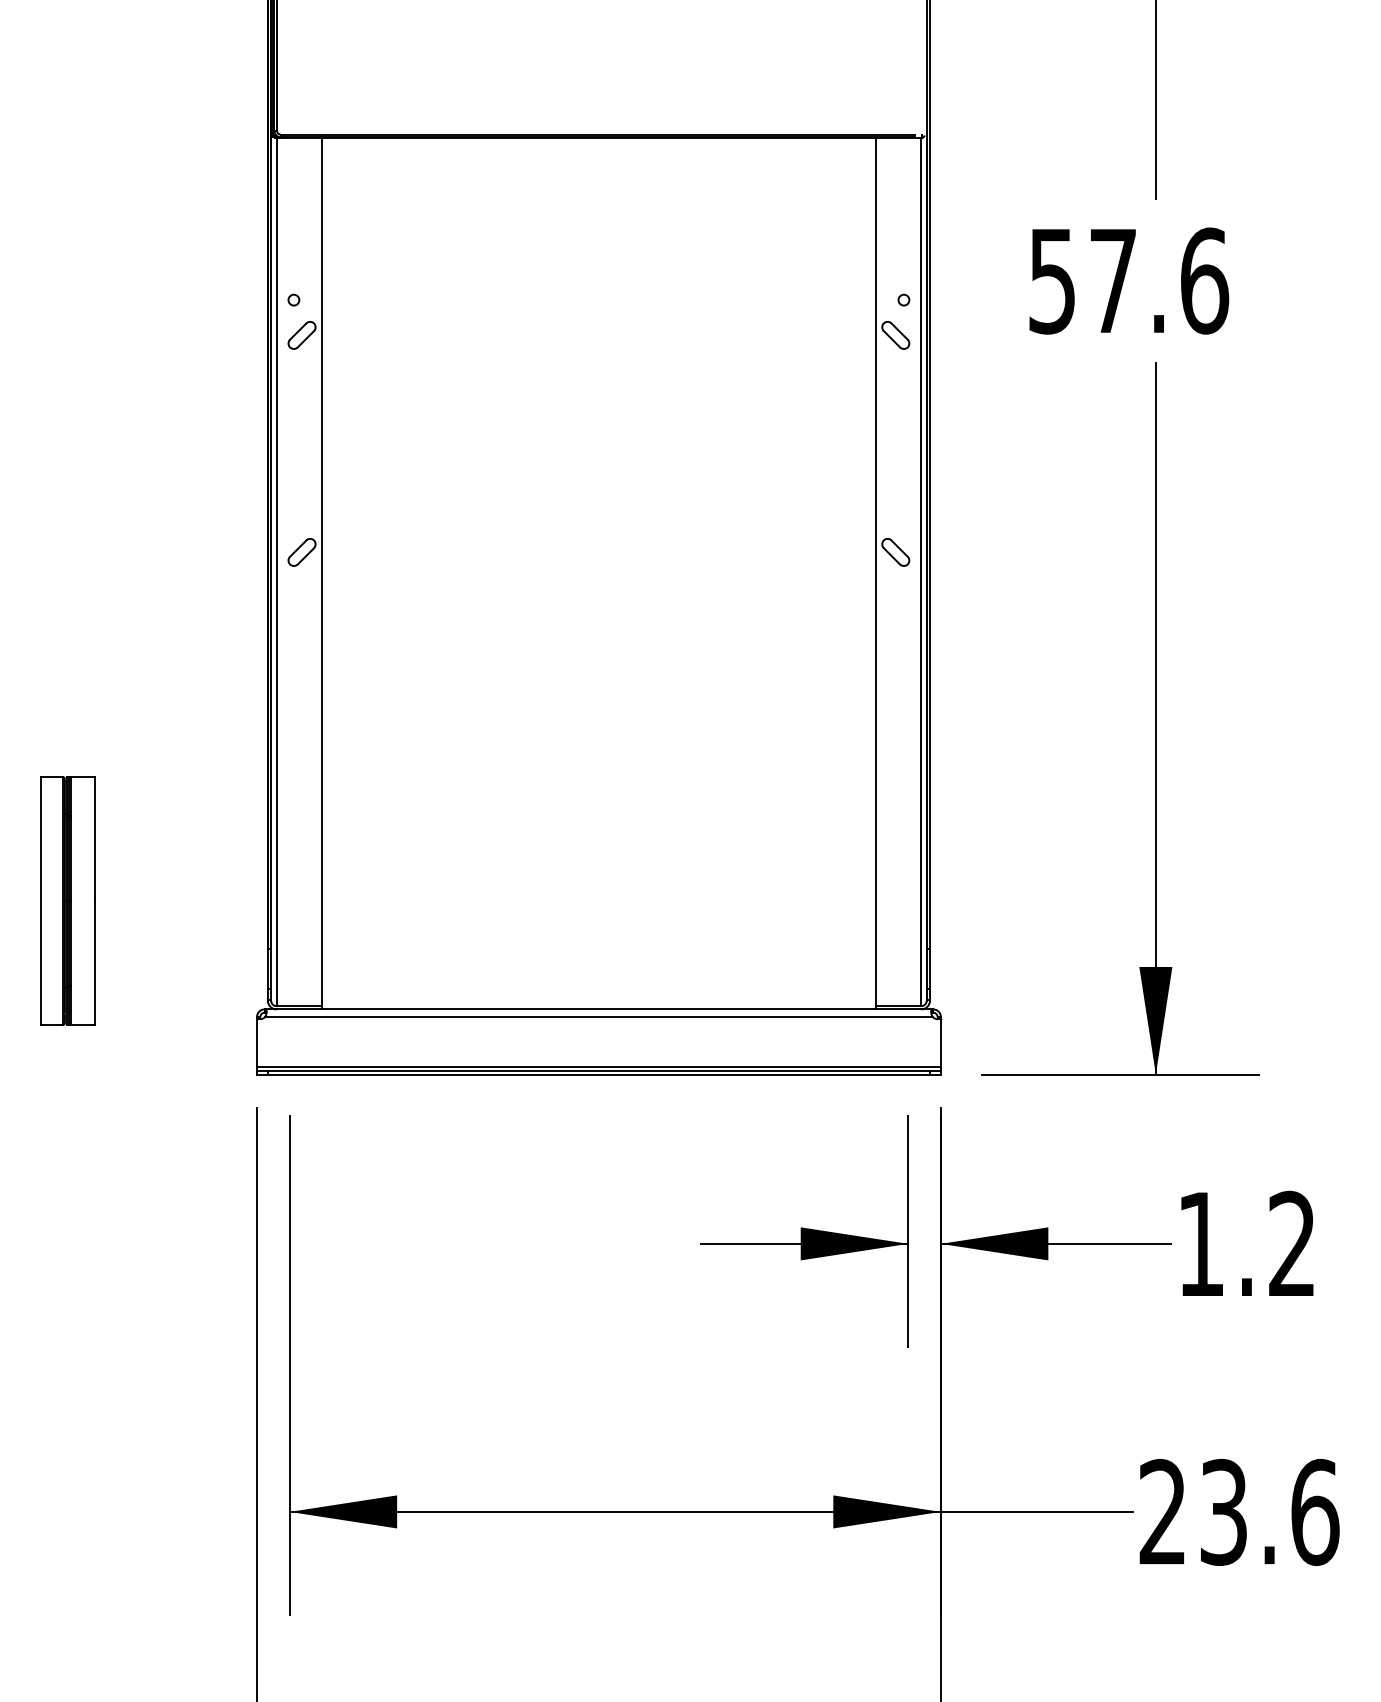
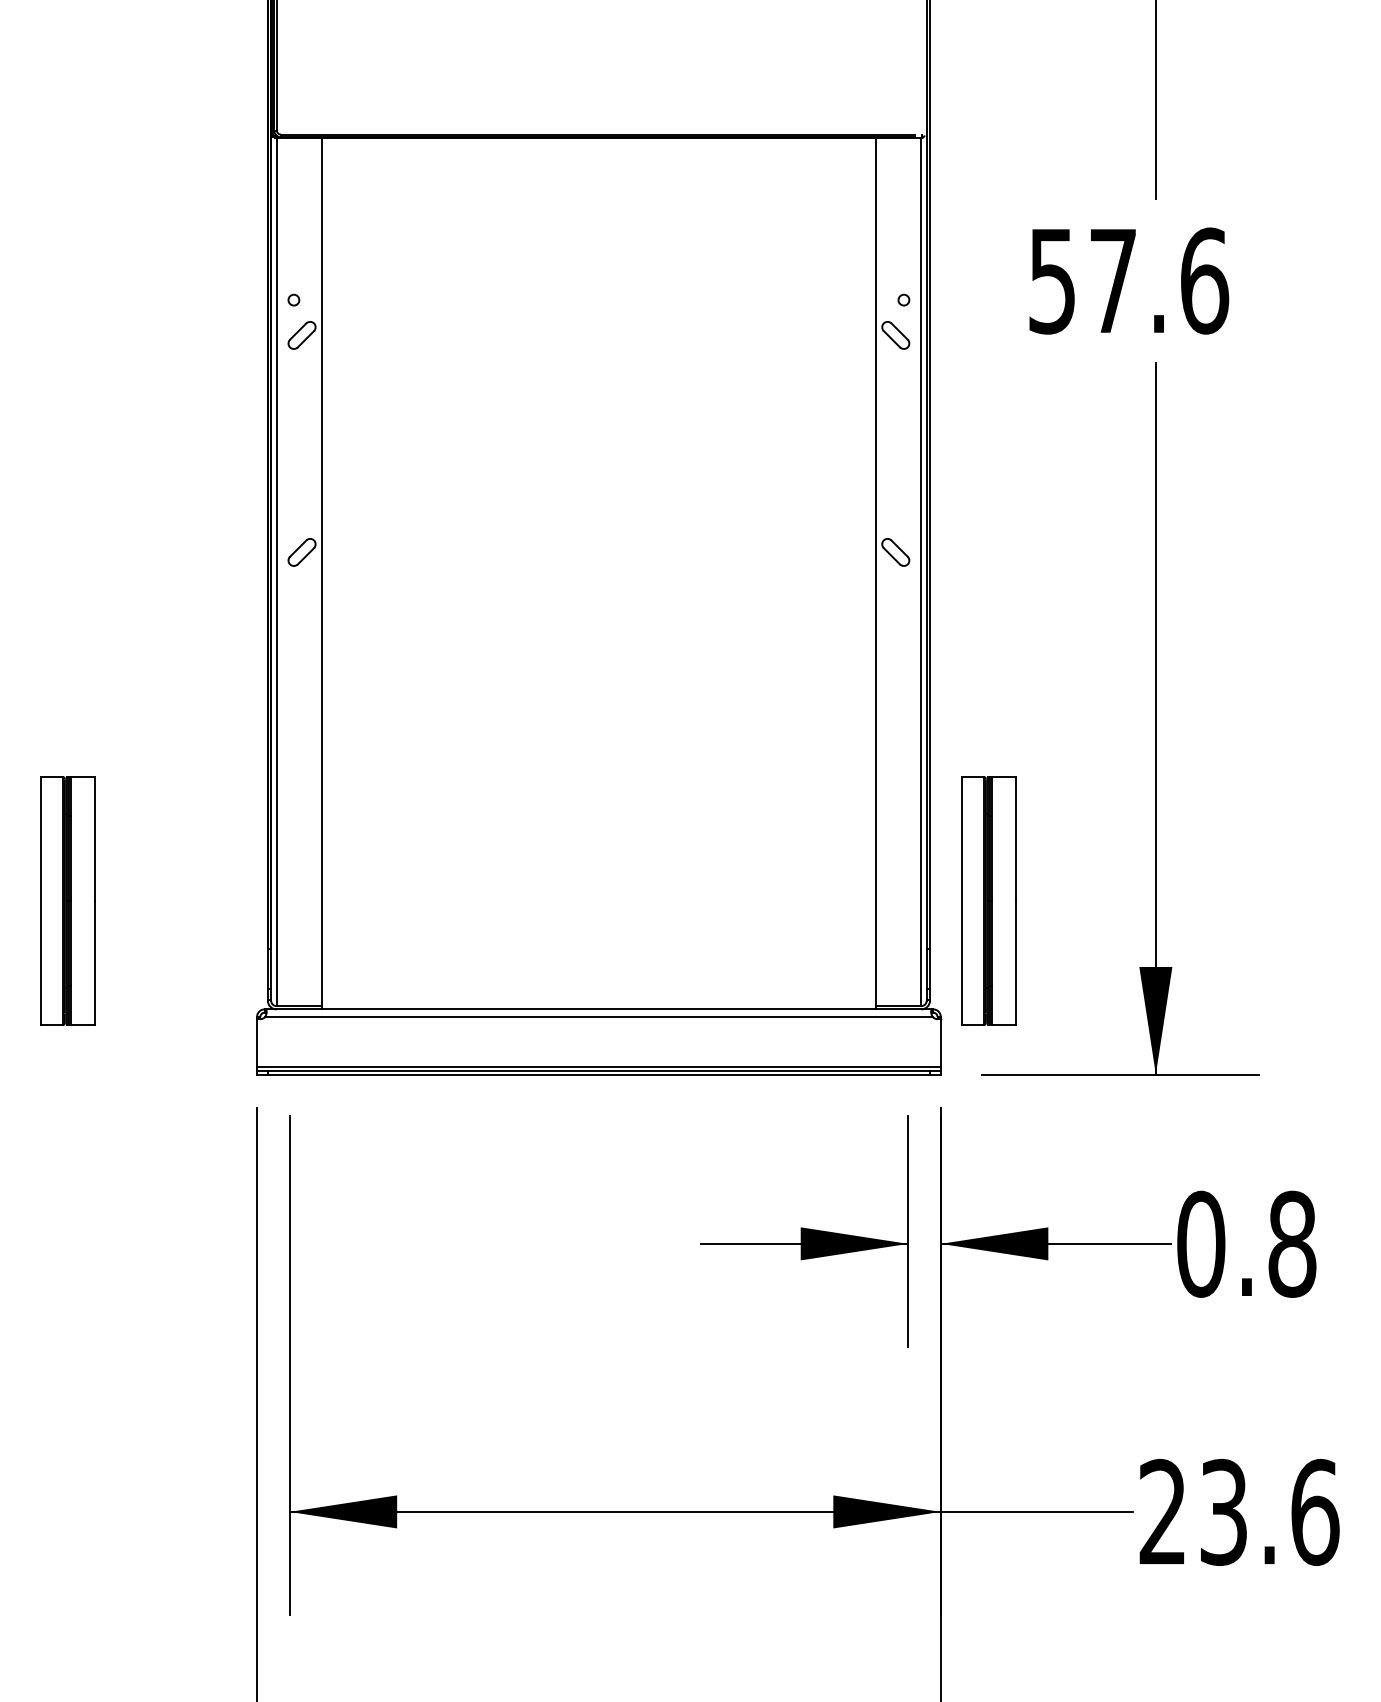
part at (988, 900): none -> present
text at (1246, 1243): 1.2 -> 0.8
